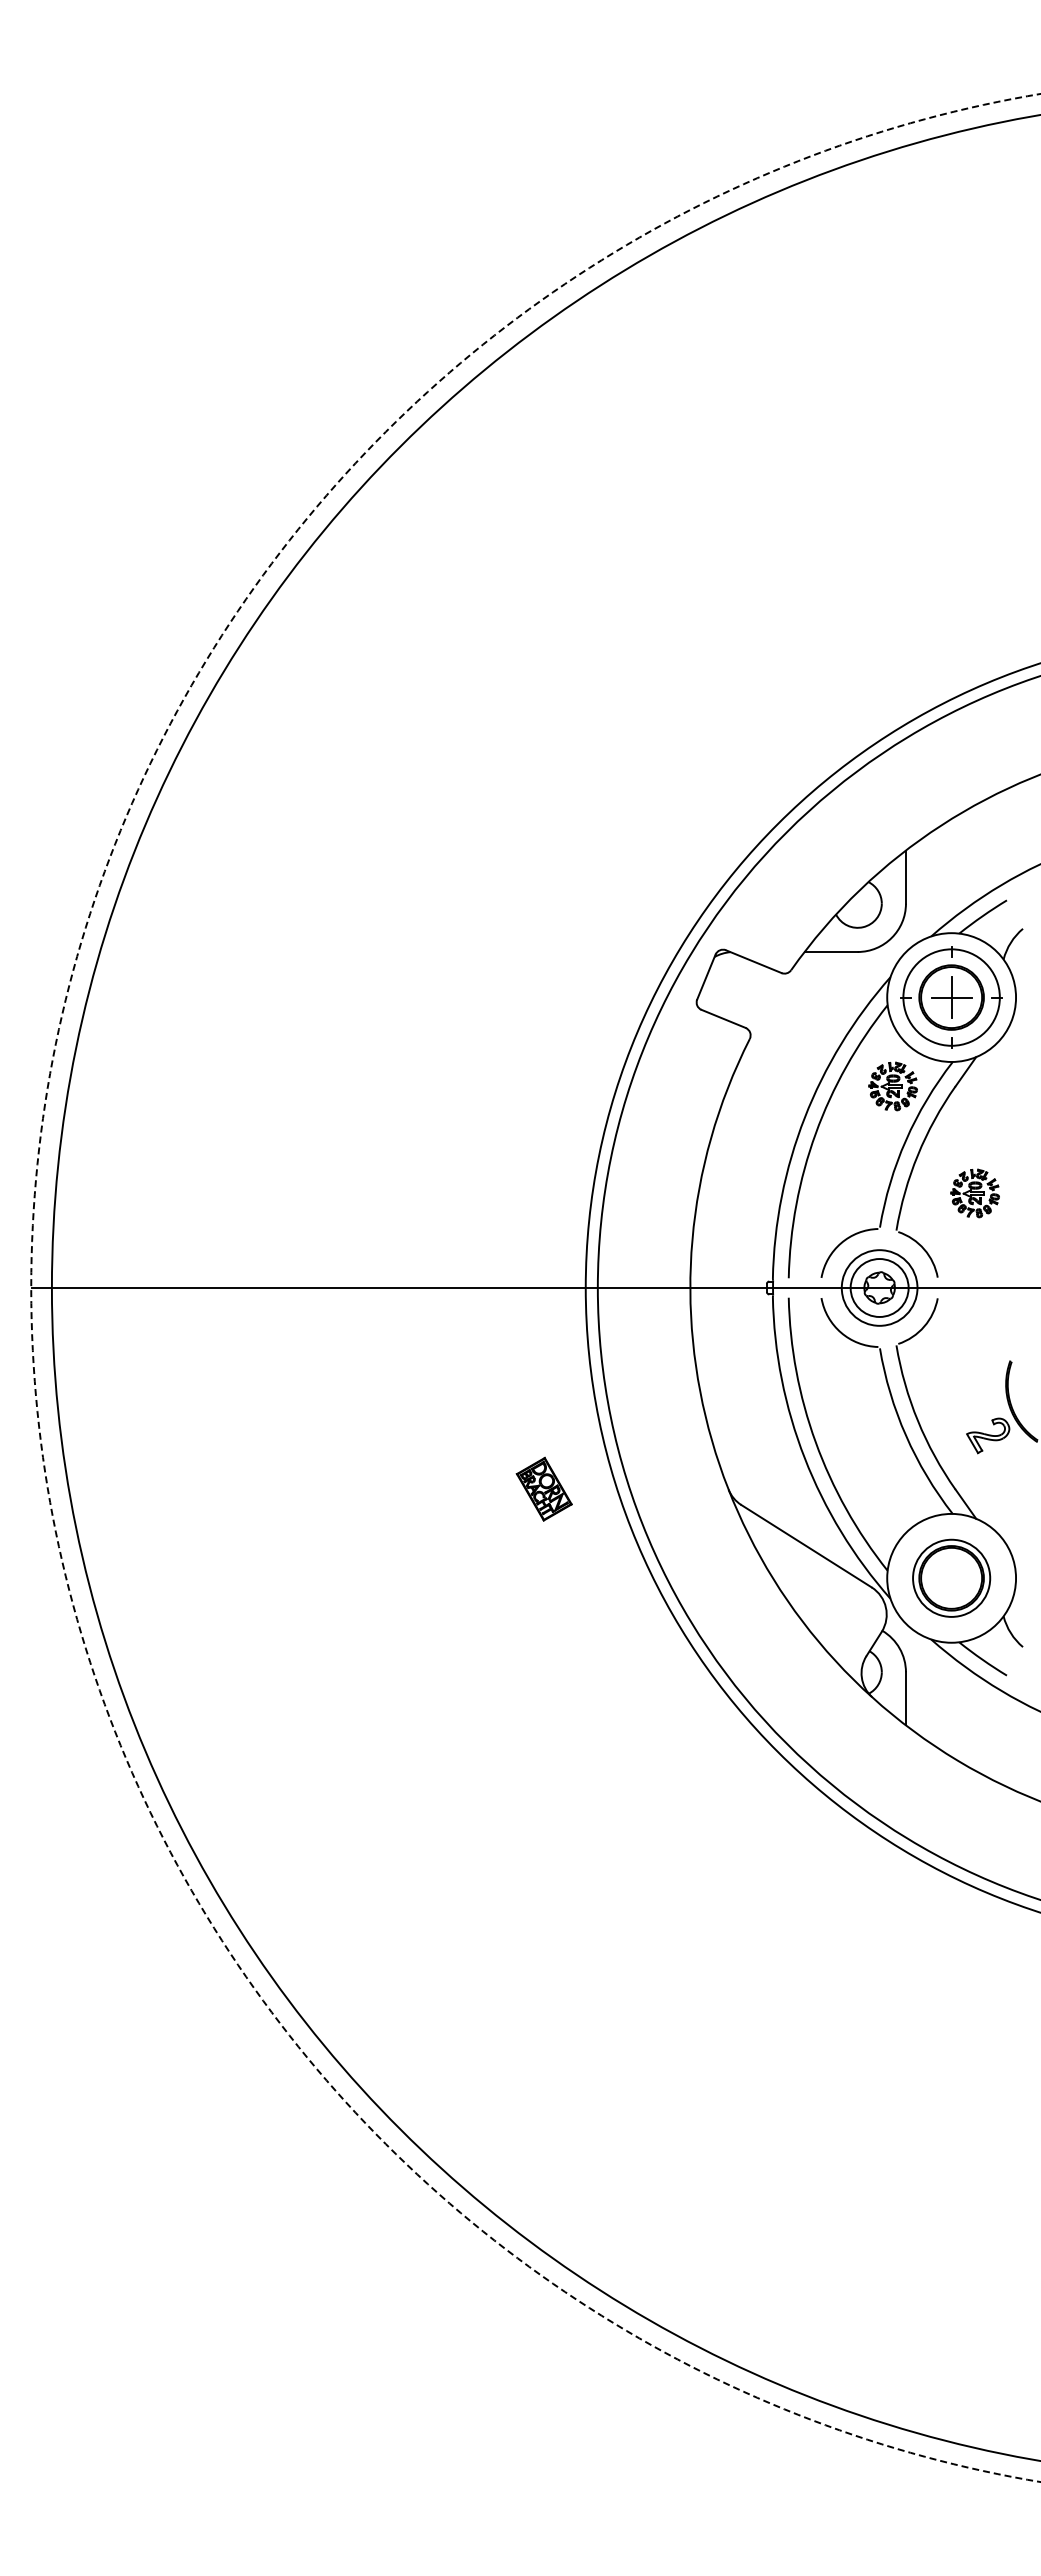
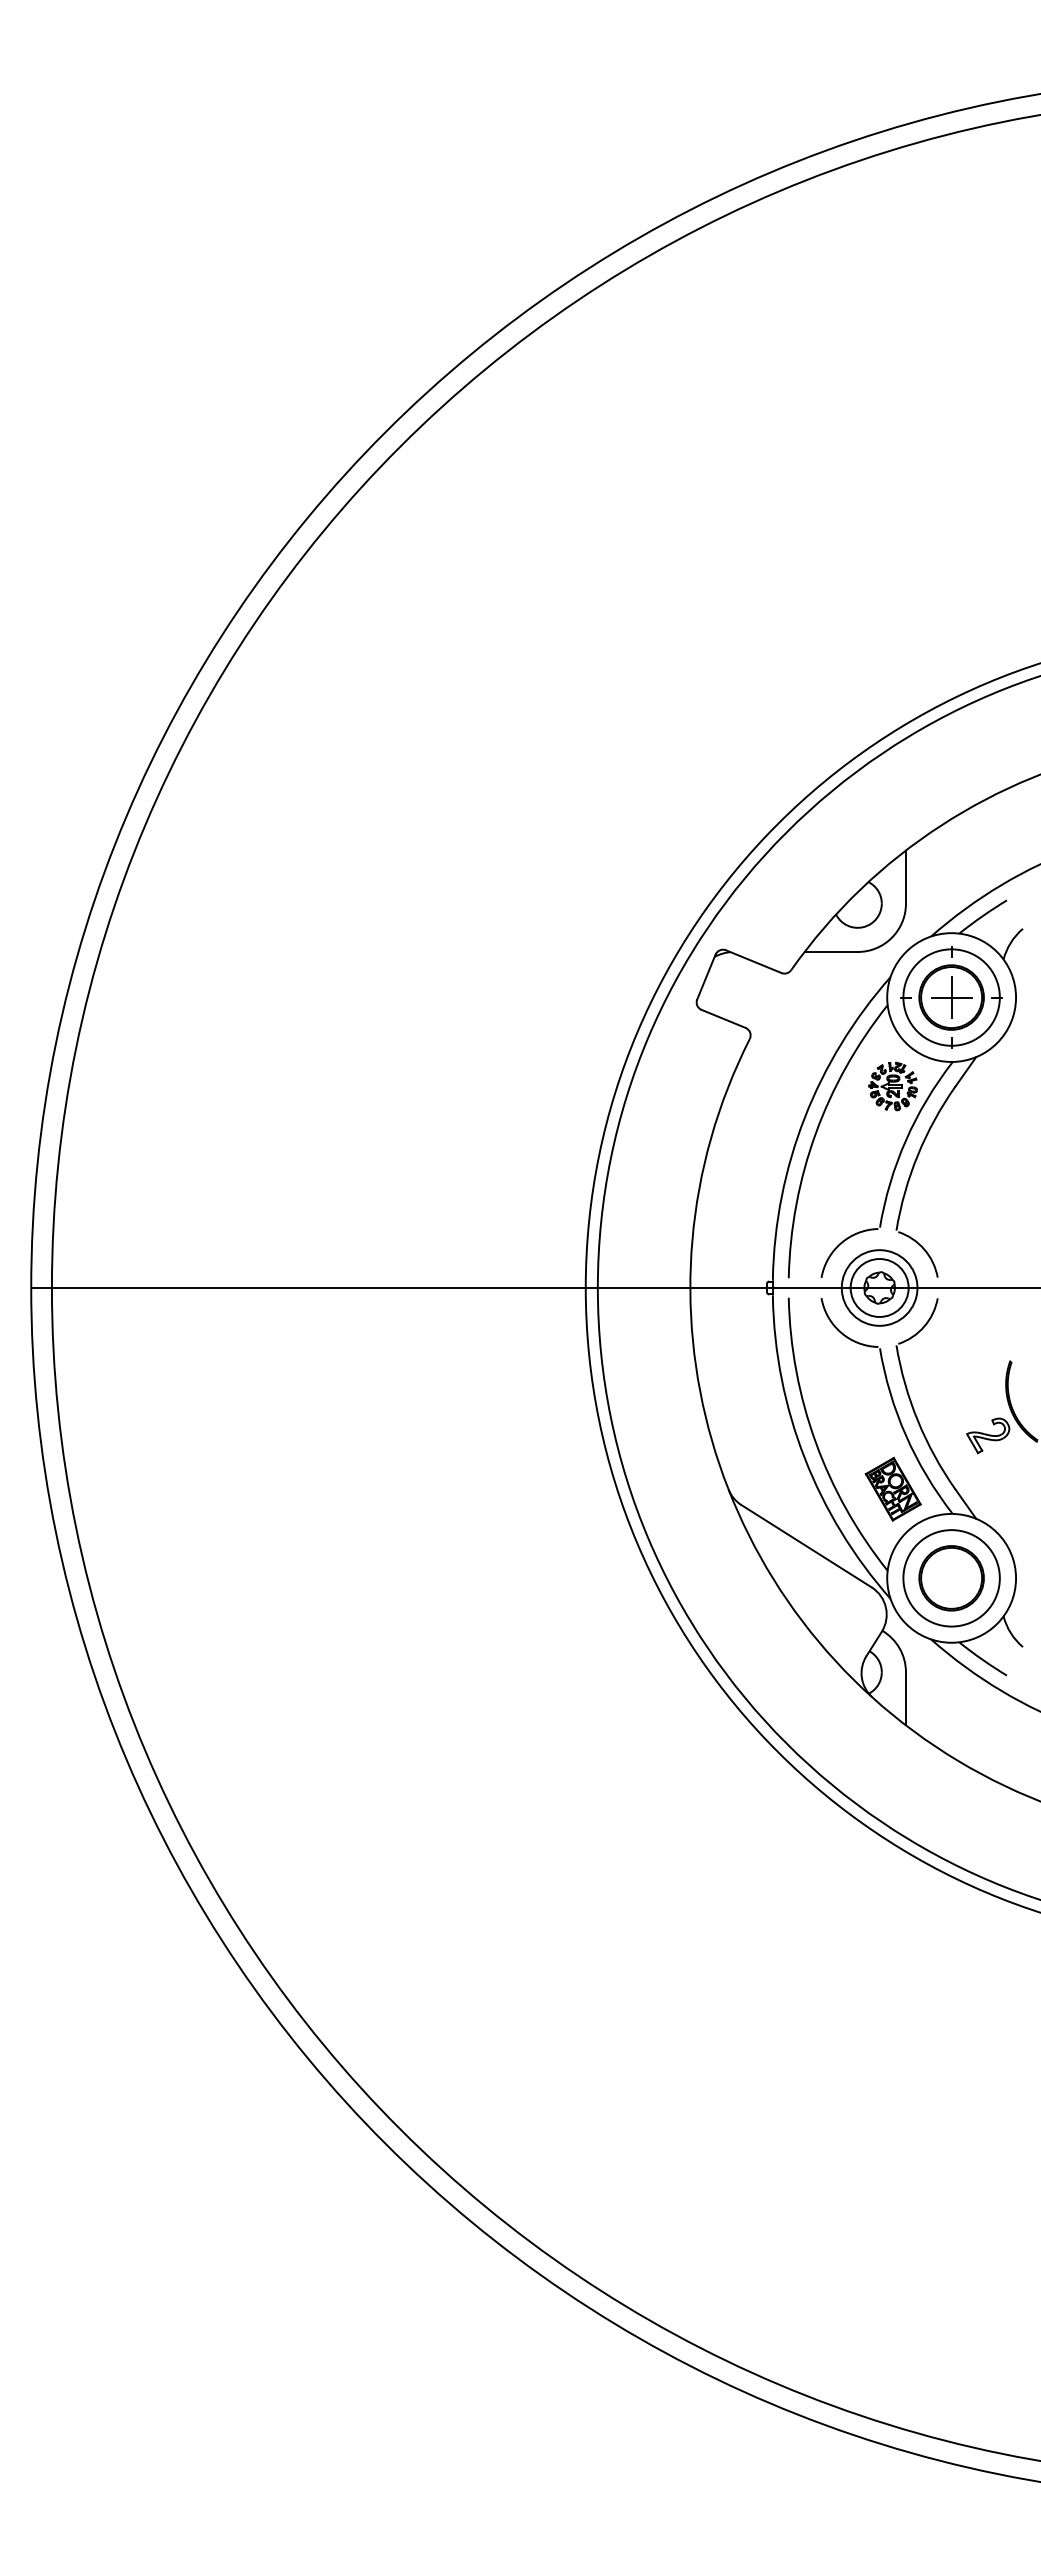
part at (974, 1193): present -> none
circle at (535, 1287): dashed -> solid
part at (543, 1488) position: (543, 1488) -> (892, 1488)
circle at (951, 1577) diameter: 77 px -> 96 px
